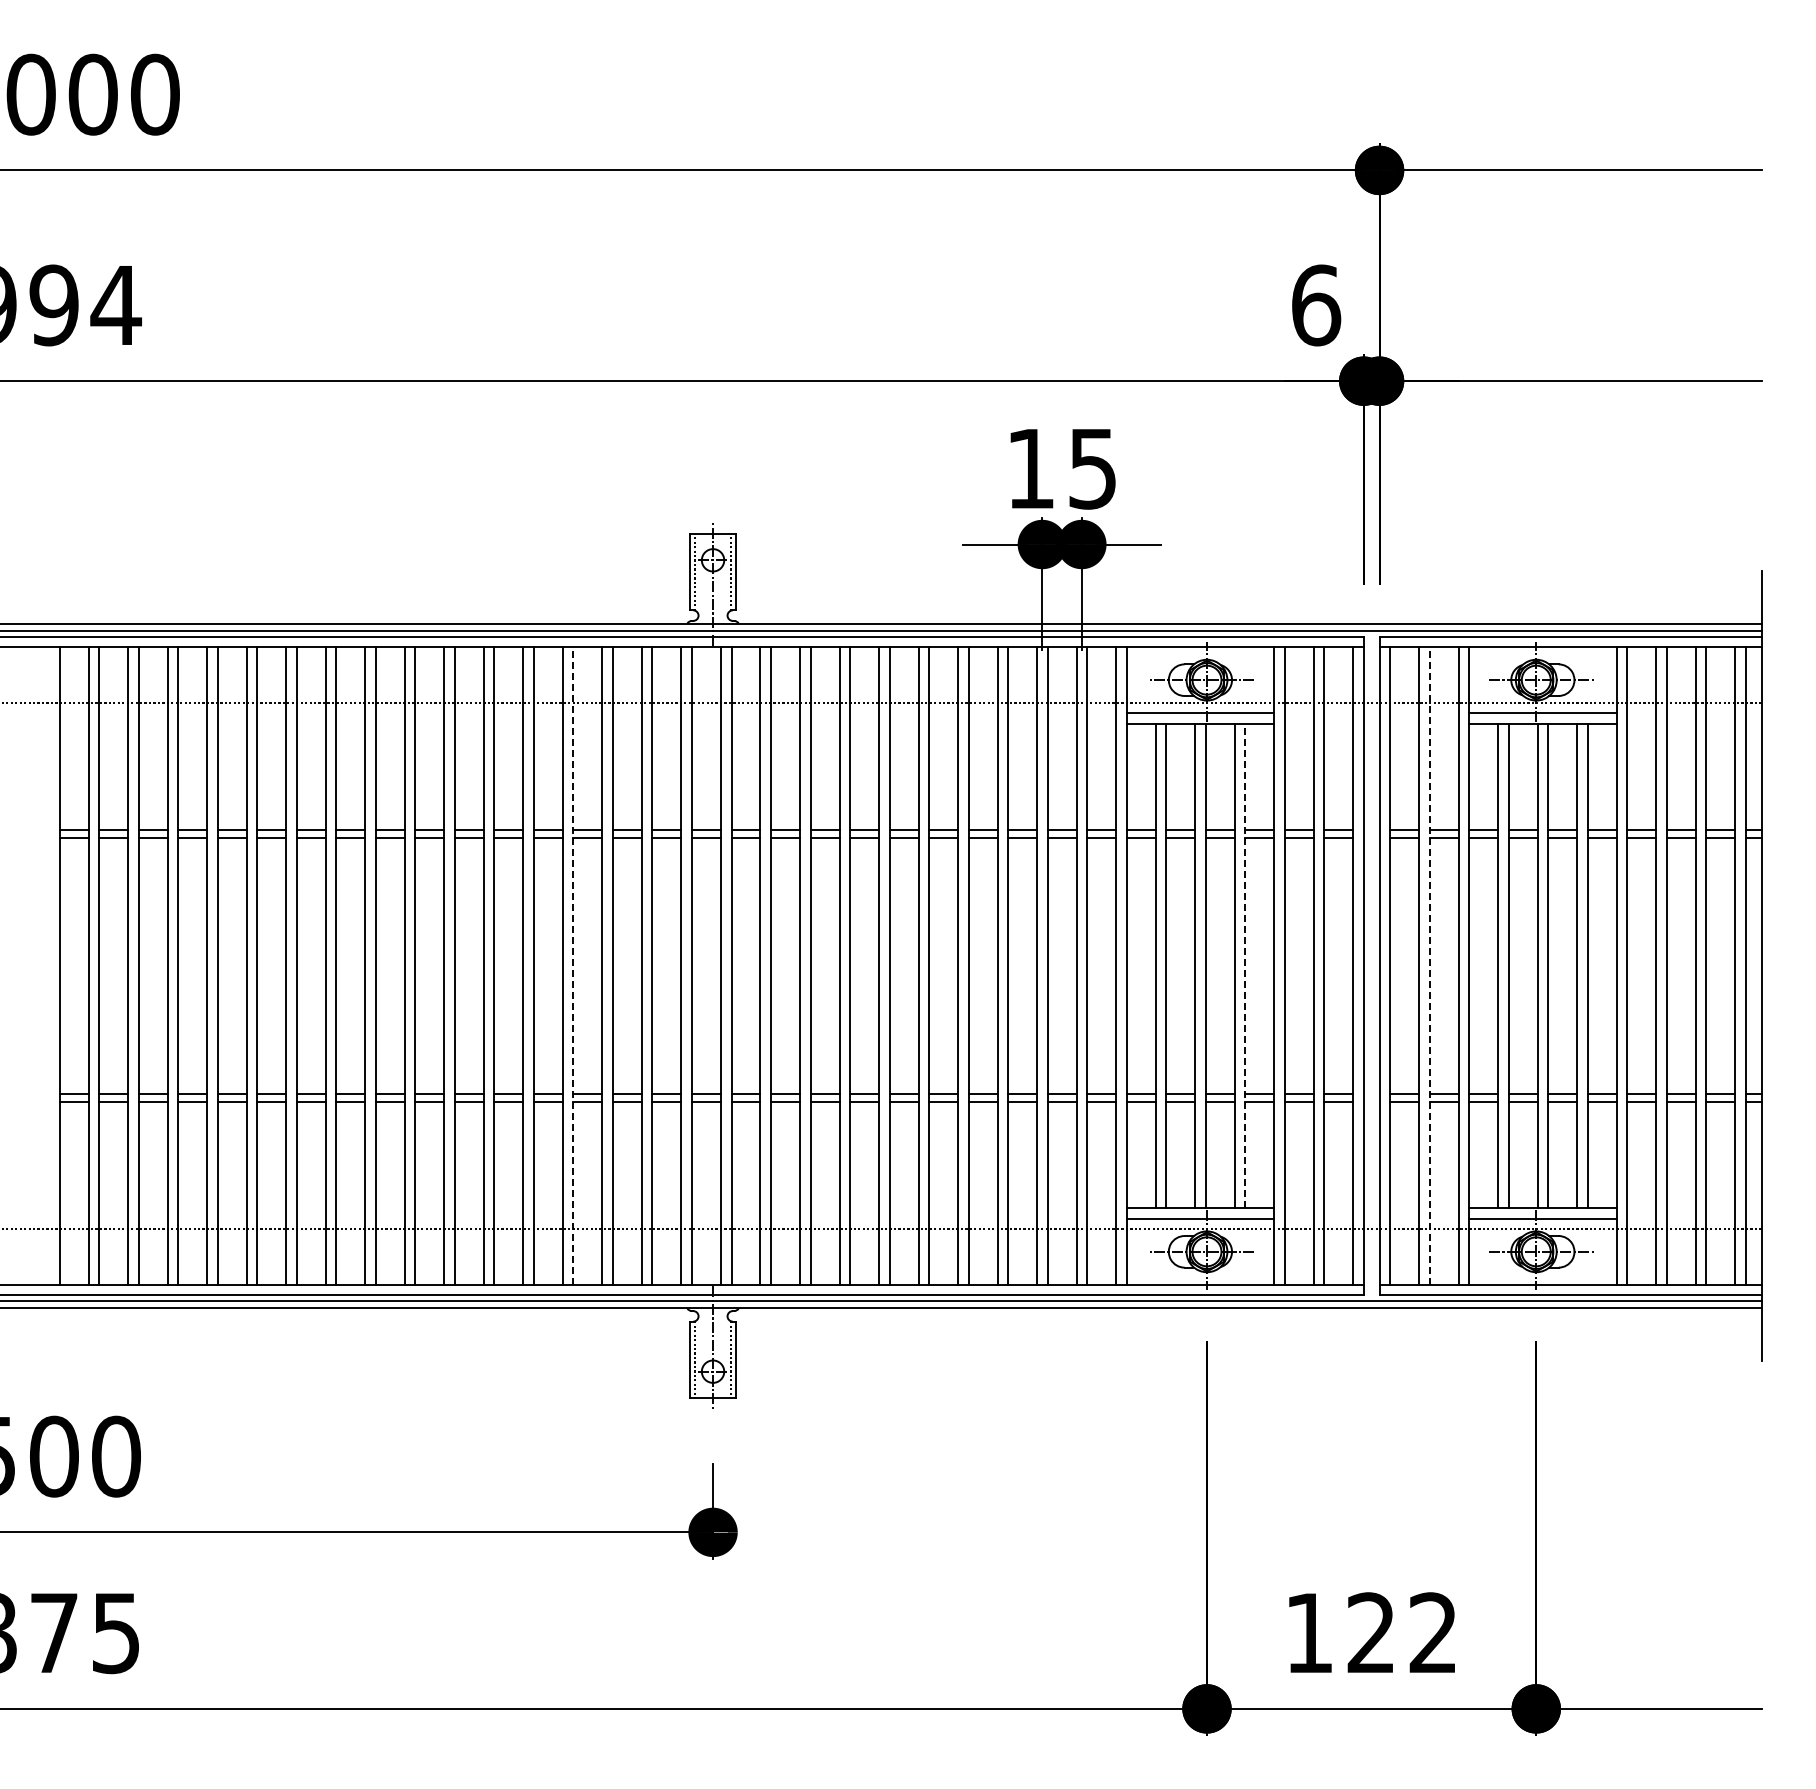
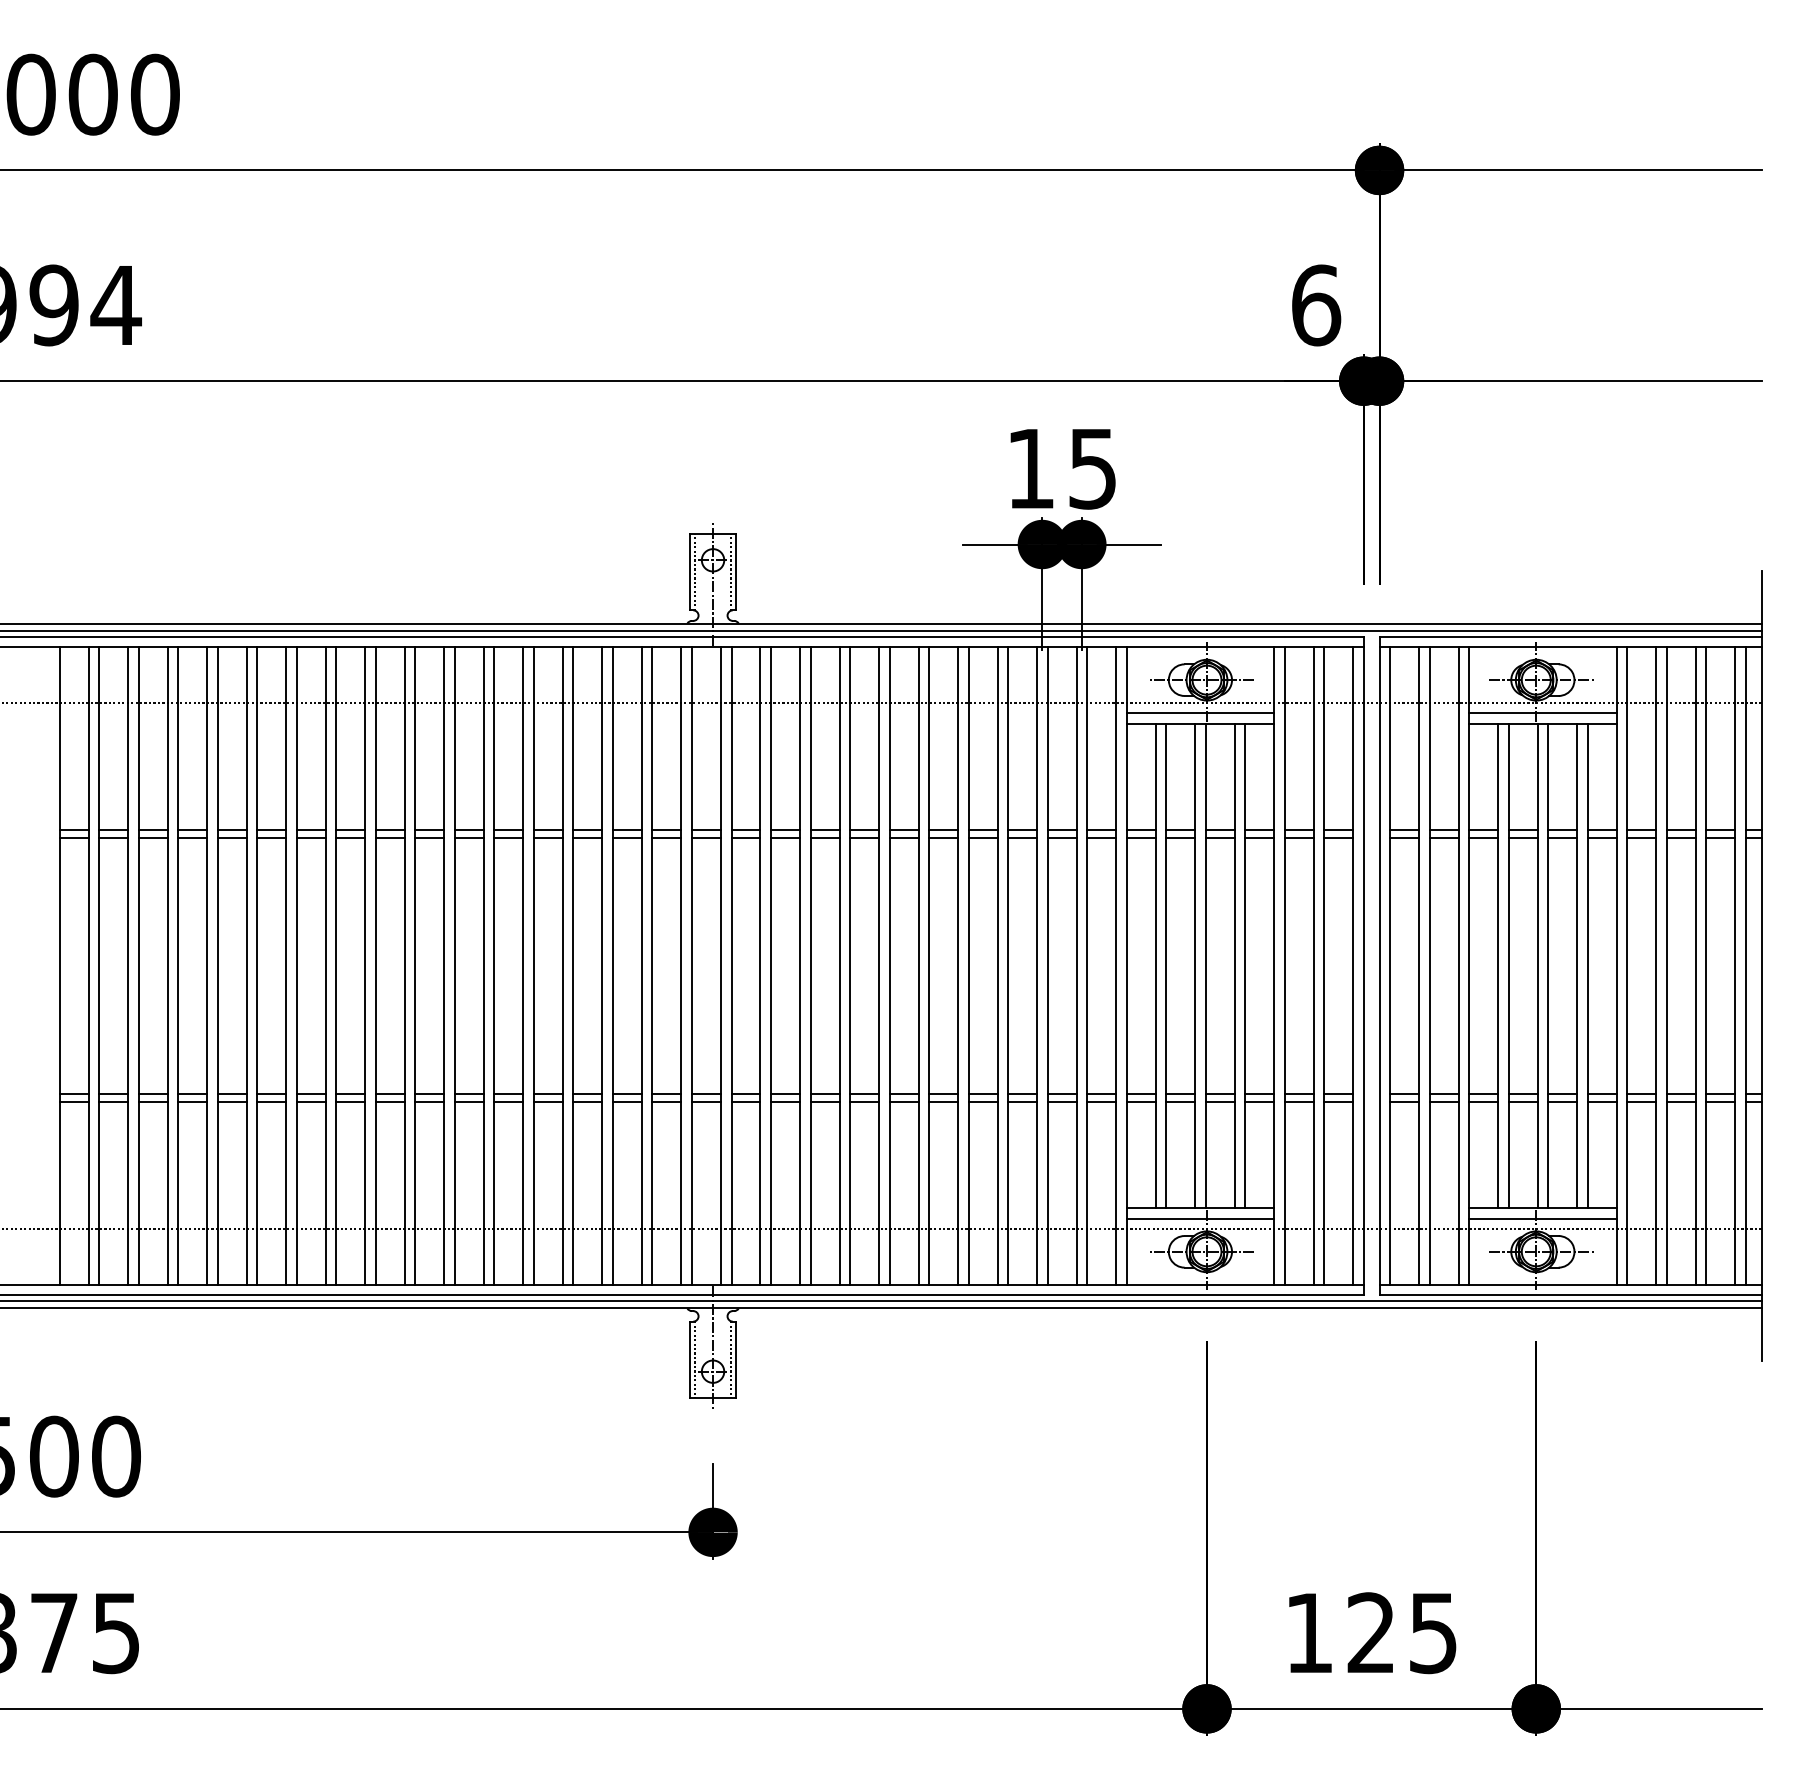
line at (1245, 965): dashed -> solid
line at (573, 966): dashed -> solid
line at (1429, 966): dashed -> solid
text at (1432, 1633): 122 -> 125
